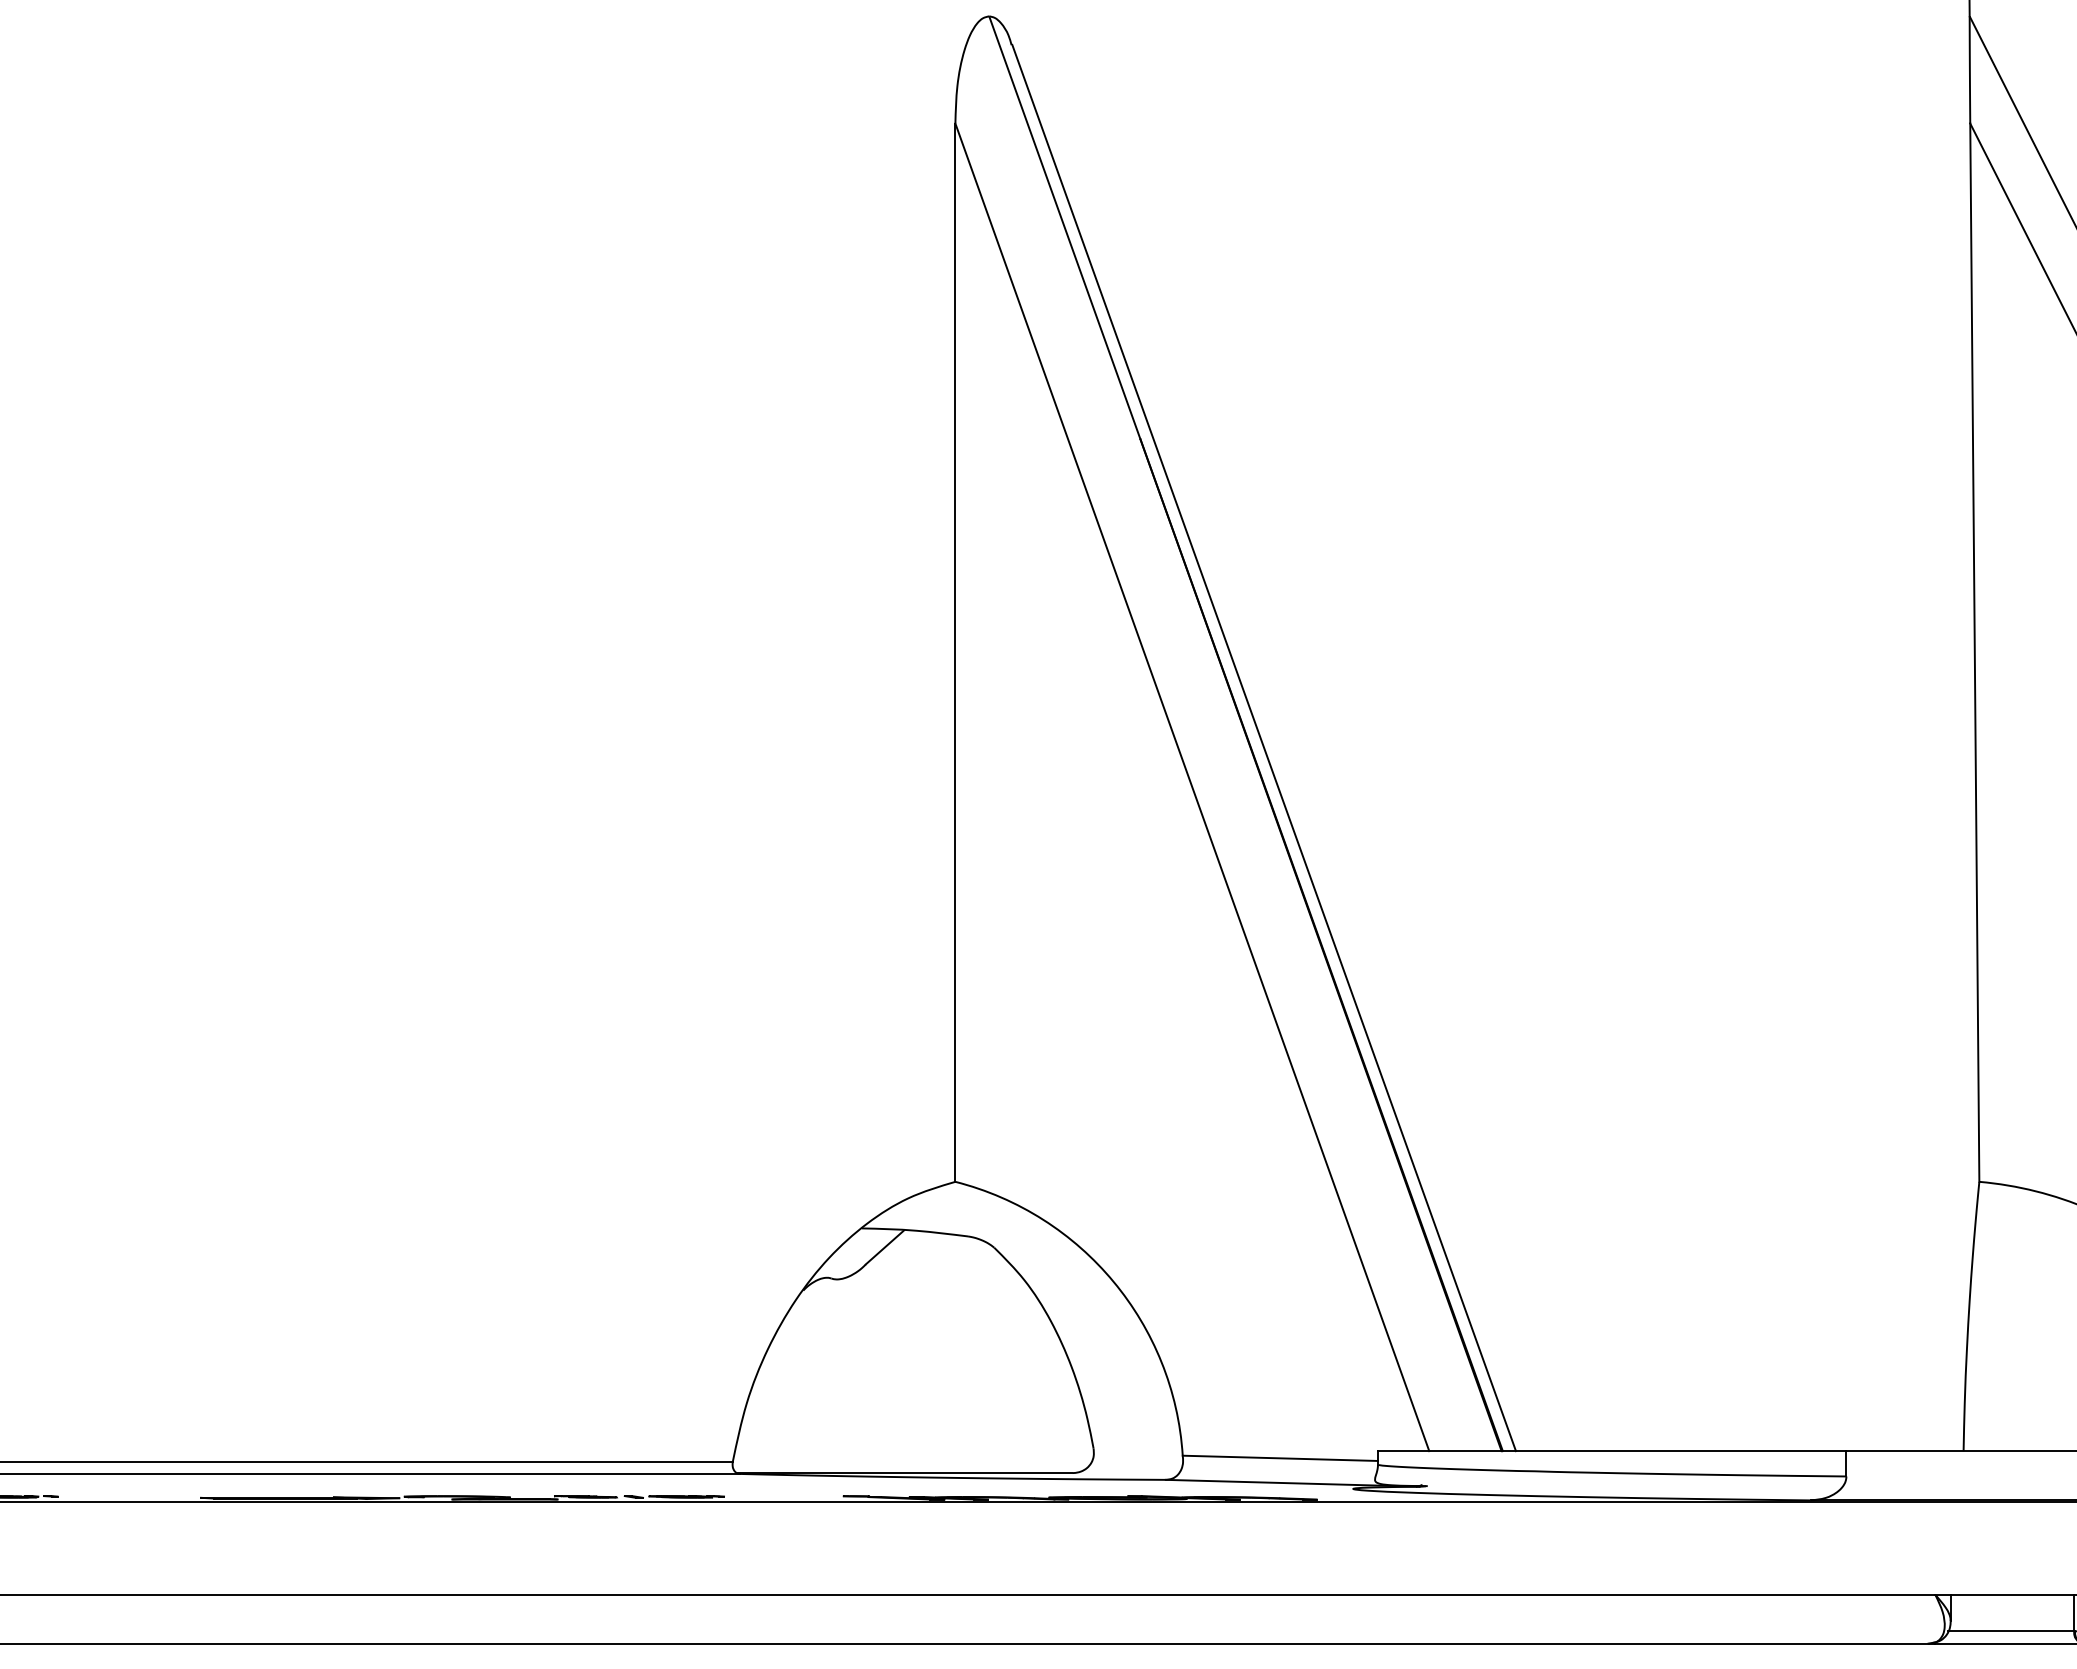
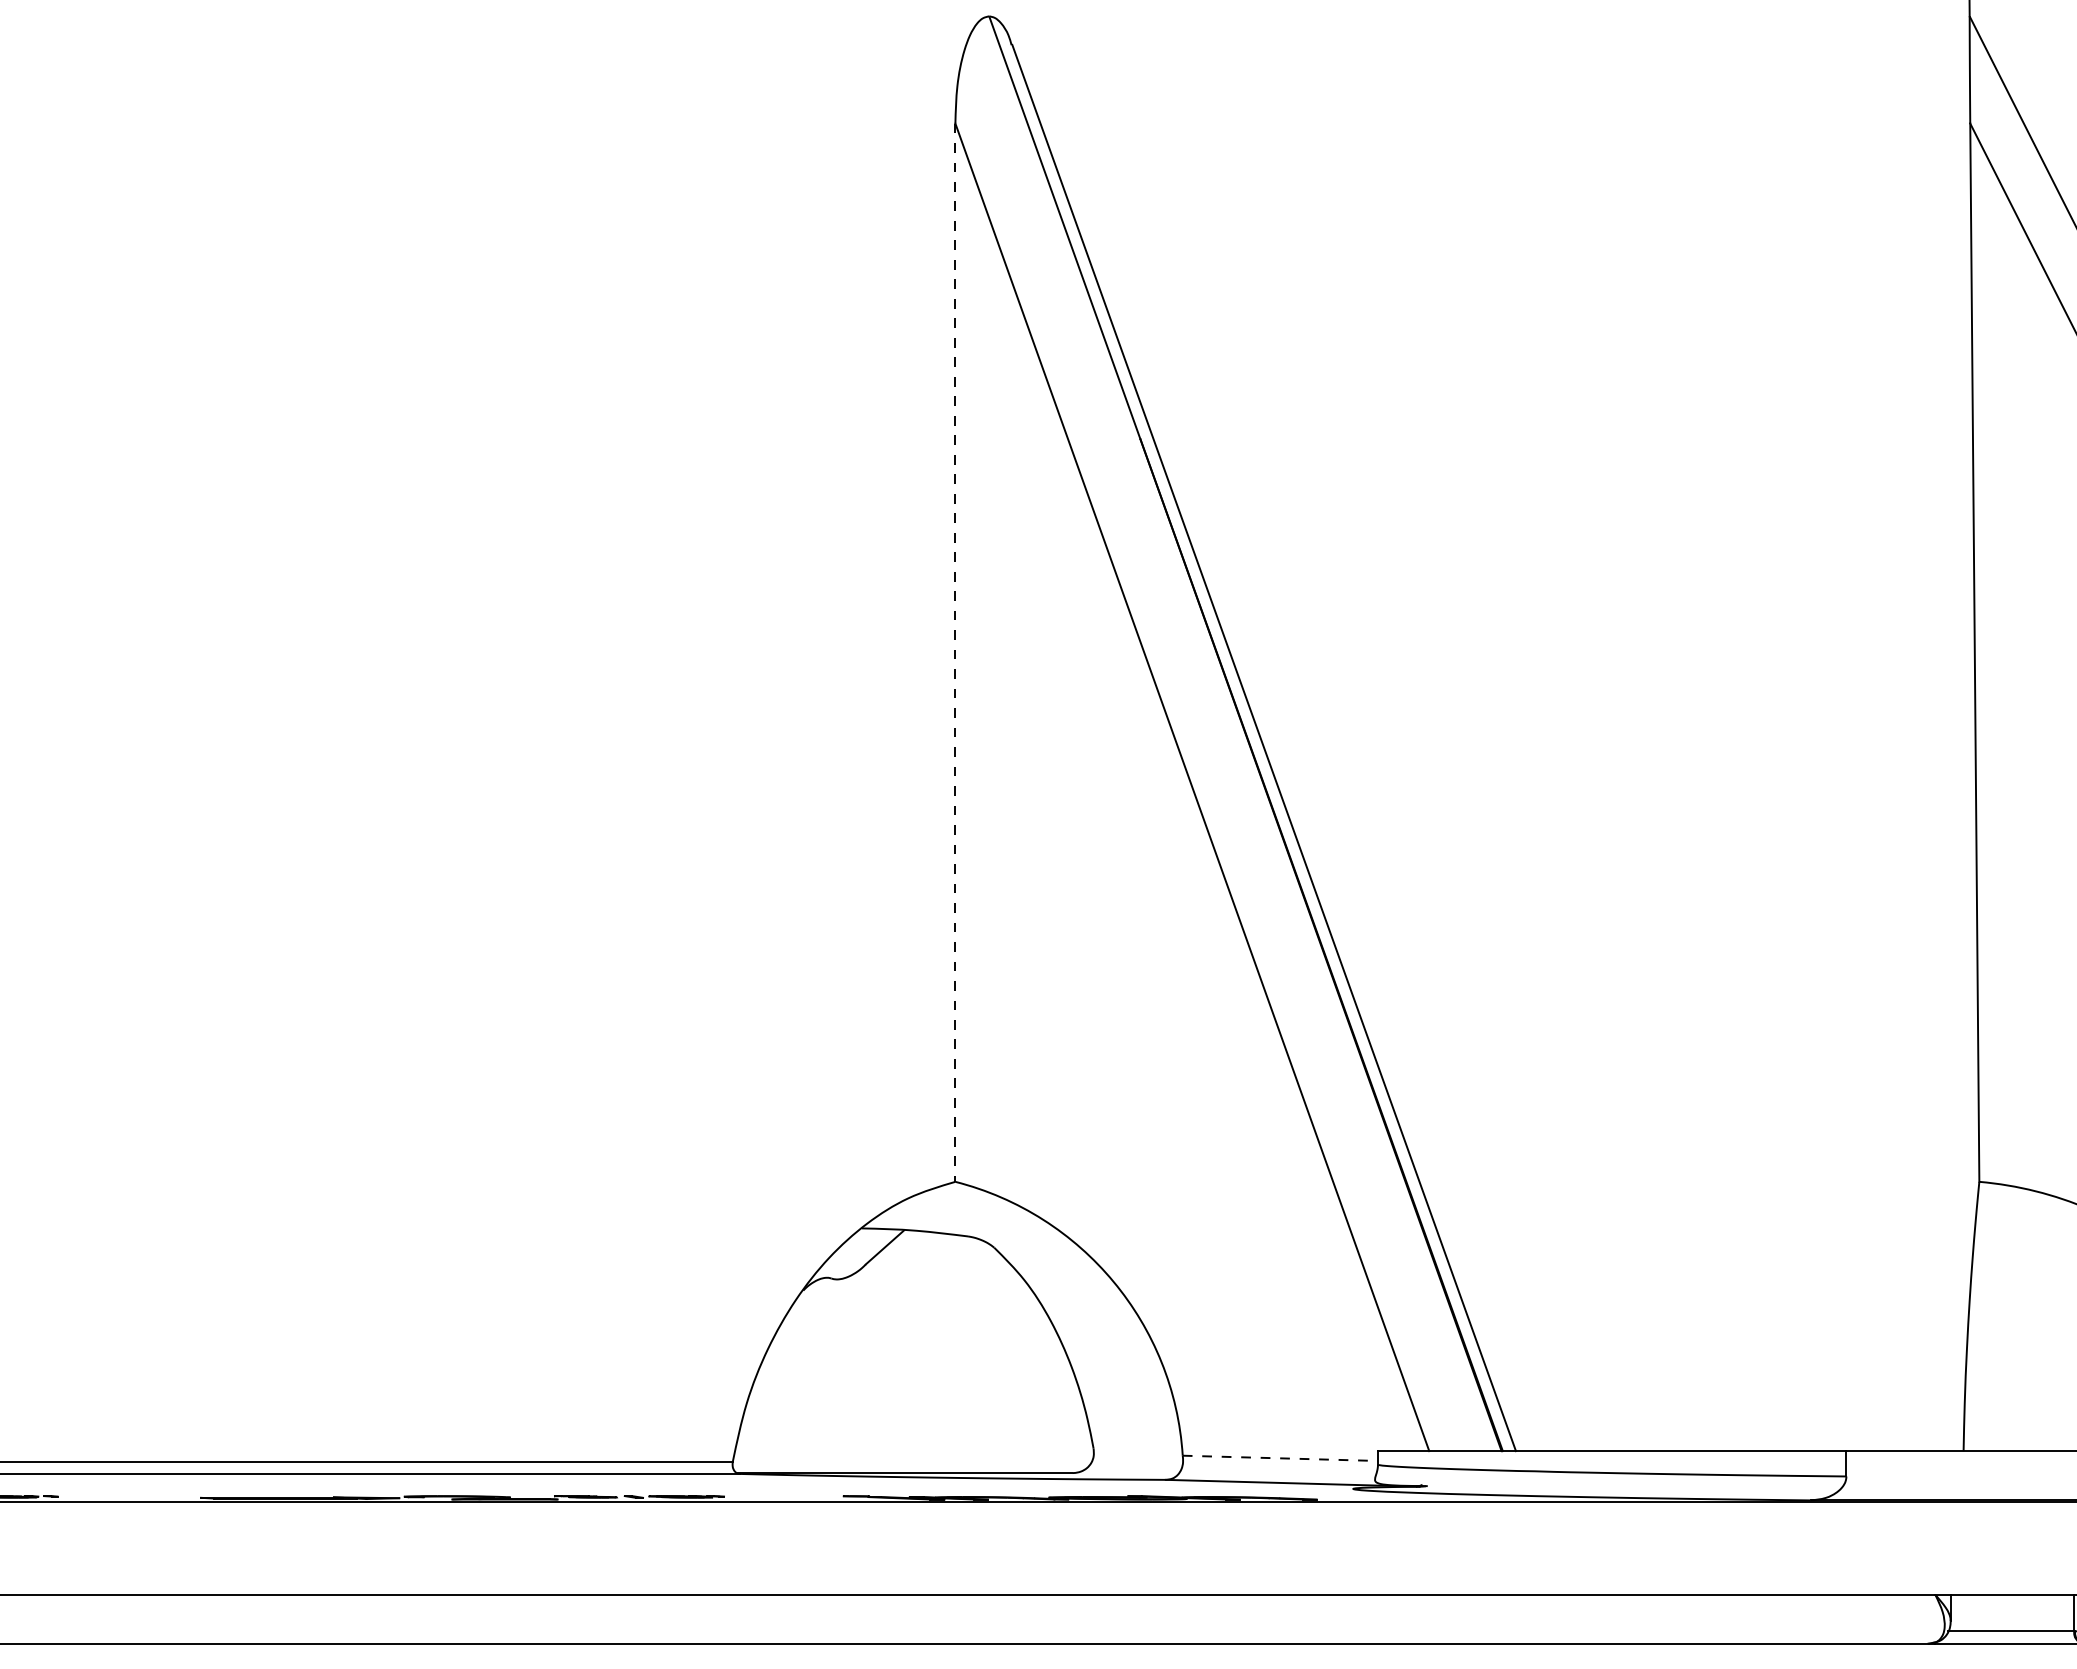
line at (955, 653): solid -> dashed
line at (1280, 1458): solid -> dashed
